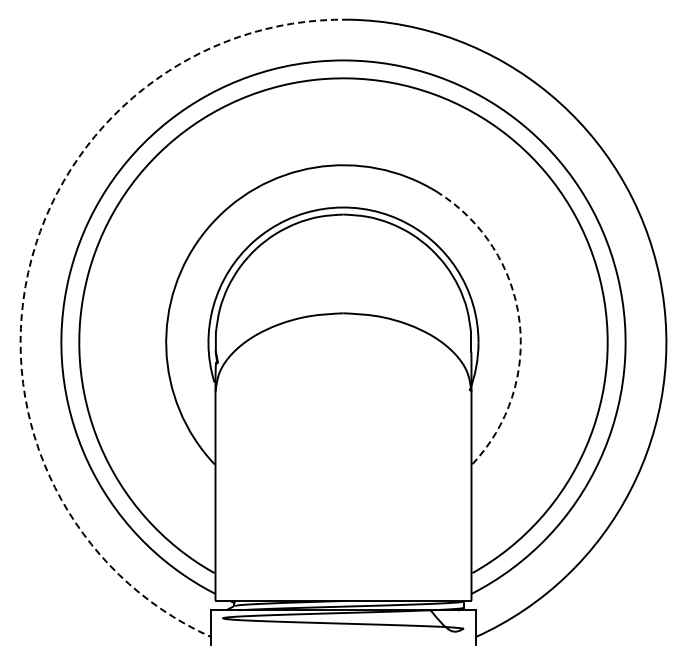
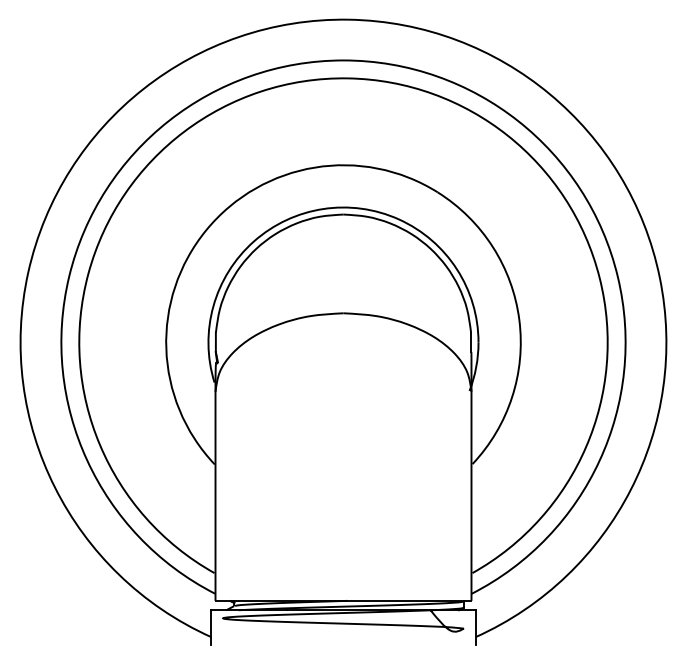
arc at (28, 272): dashed -> solid
arc at (519, 320): dashed -> solid
